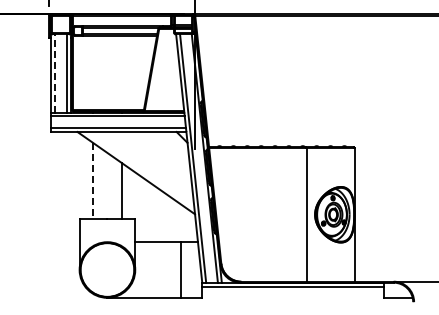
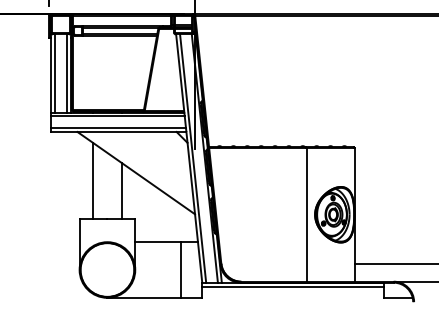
line at (55, 72): dashed -> solid
line at (92, 181): dashed -> solid
line at (395, 264): none -> present
